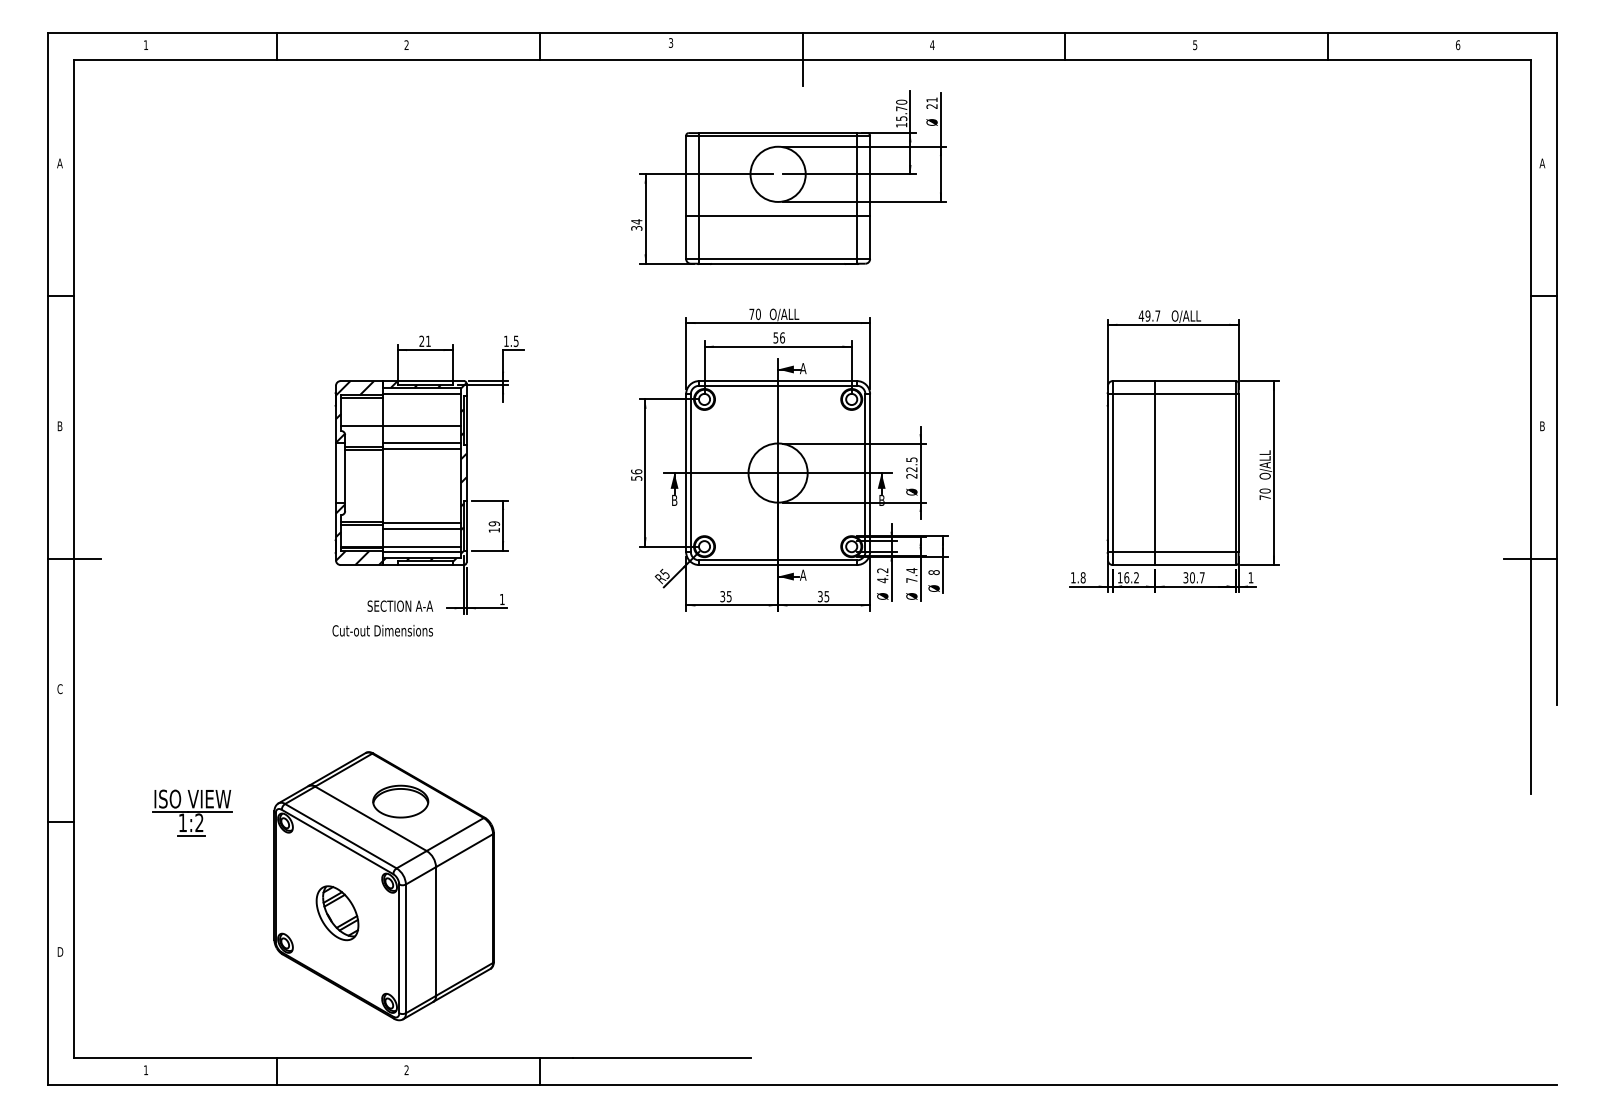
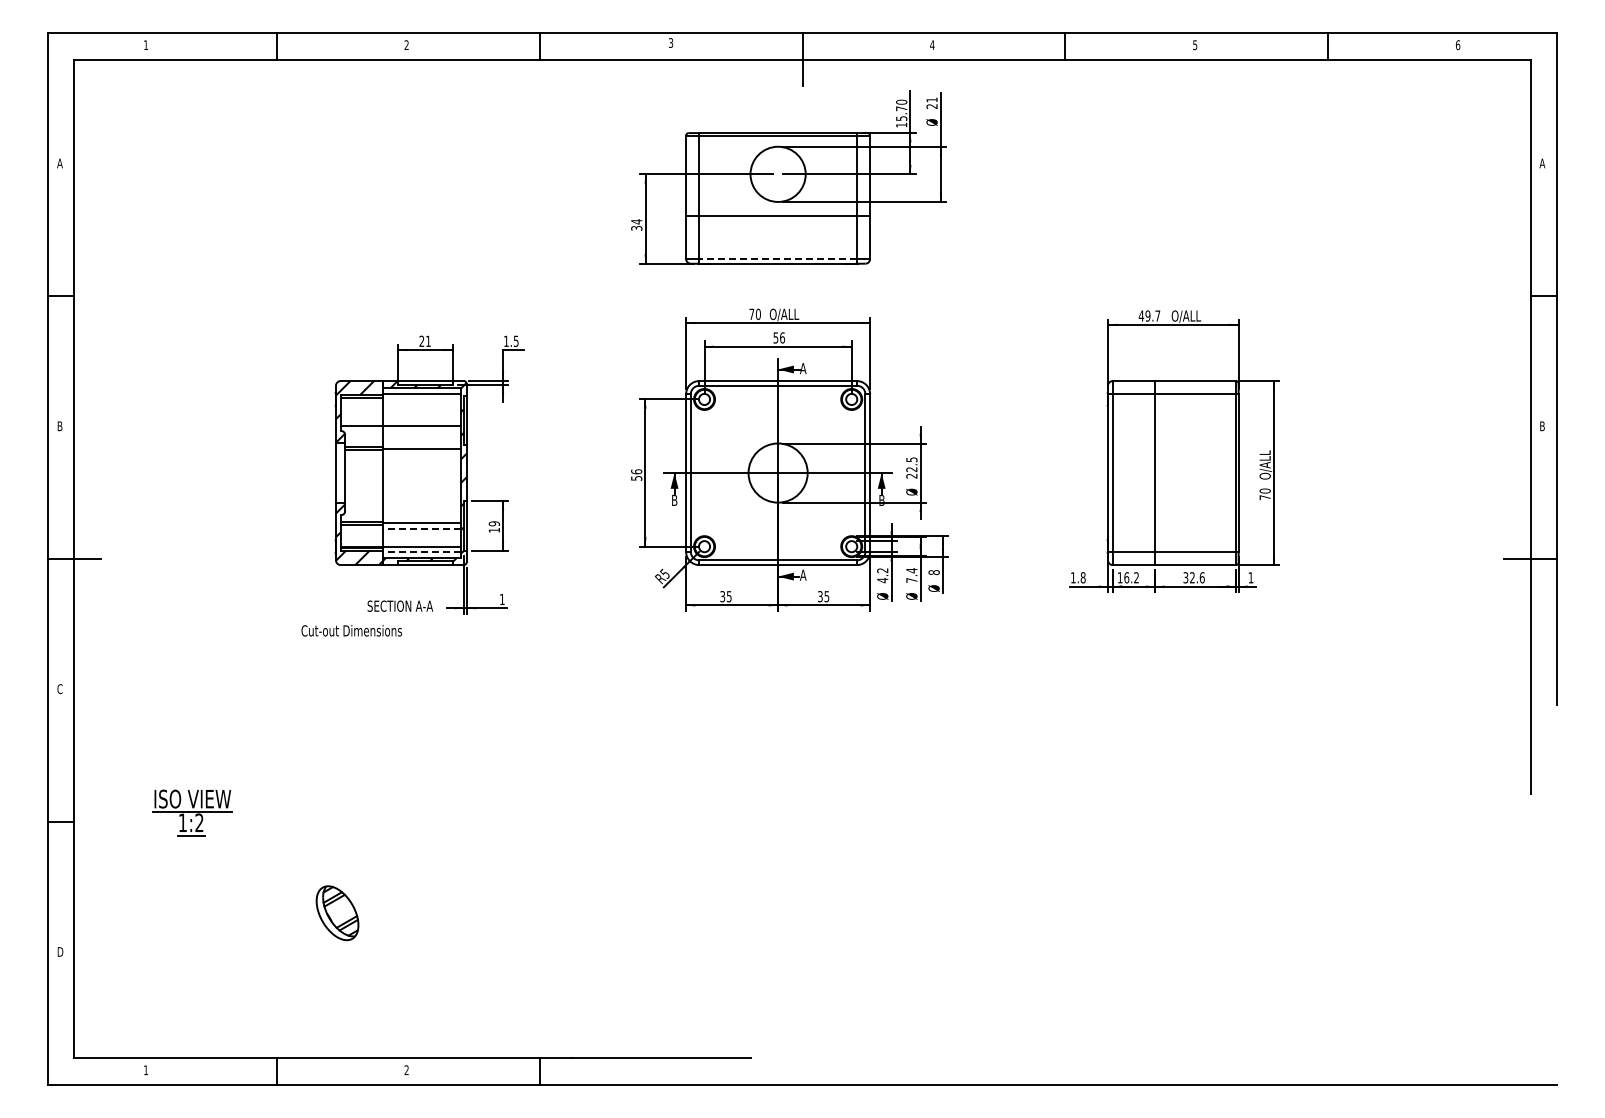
line at (778, 259): solid -> dashed
line at (421, 443): present -> none
line at (422, 529): solid -> dashed
line at (422, 551): solid -> dashed
text at (1197, 577): 30.7 -> 32.6
text at (382, 630) position: (382, 630) -> (351, 630)
part at (383, 886): present -> none
